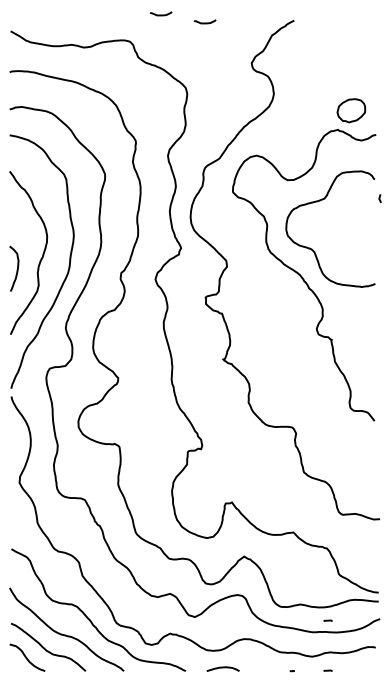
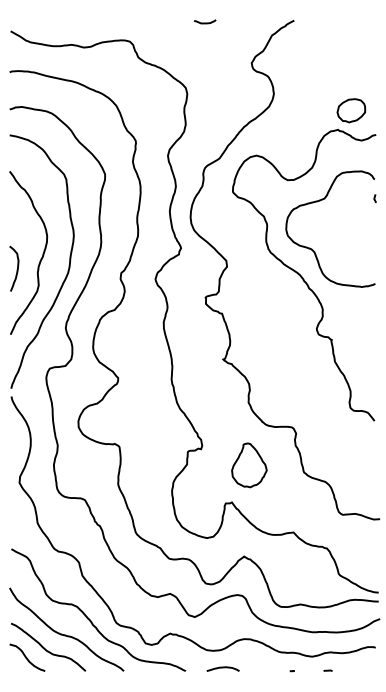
curve at (160, 14): present -> none
line at (379, 198) position: (379, 198) -> (374, 198)
part at (249, 465): none -> present
line at (327, 620): present -> none
